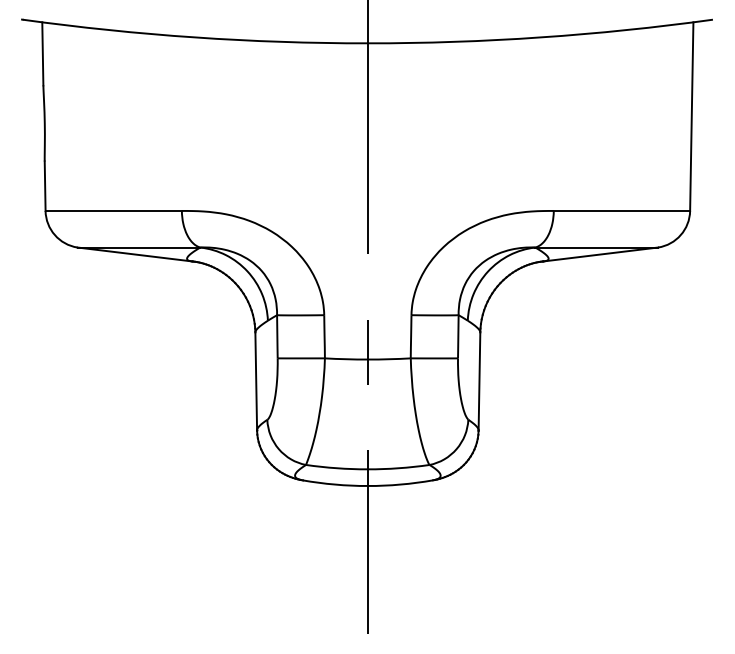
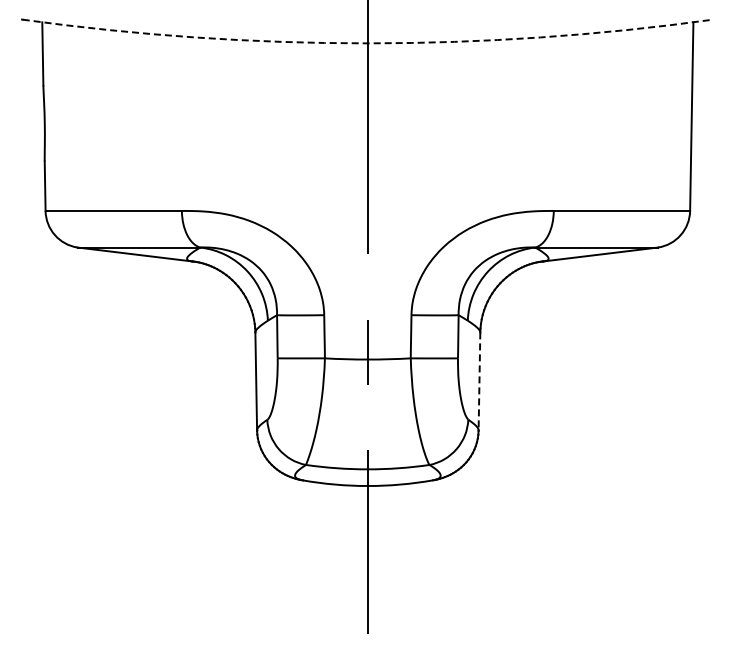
arc at (367, 43): solid -> dashed
line at (479, 381): solid -> dashed
